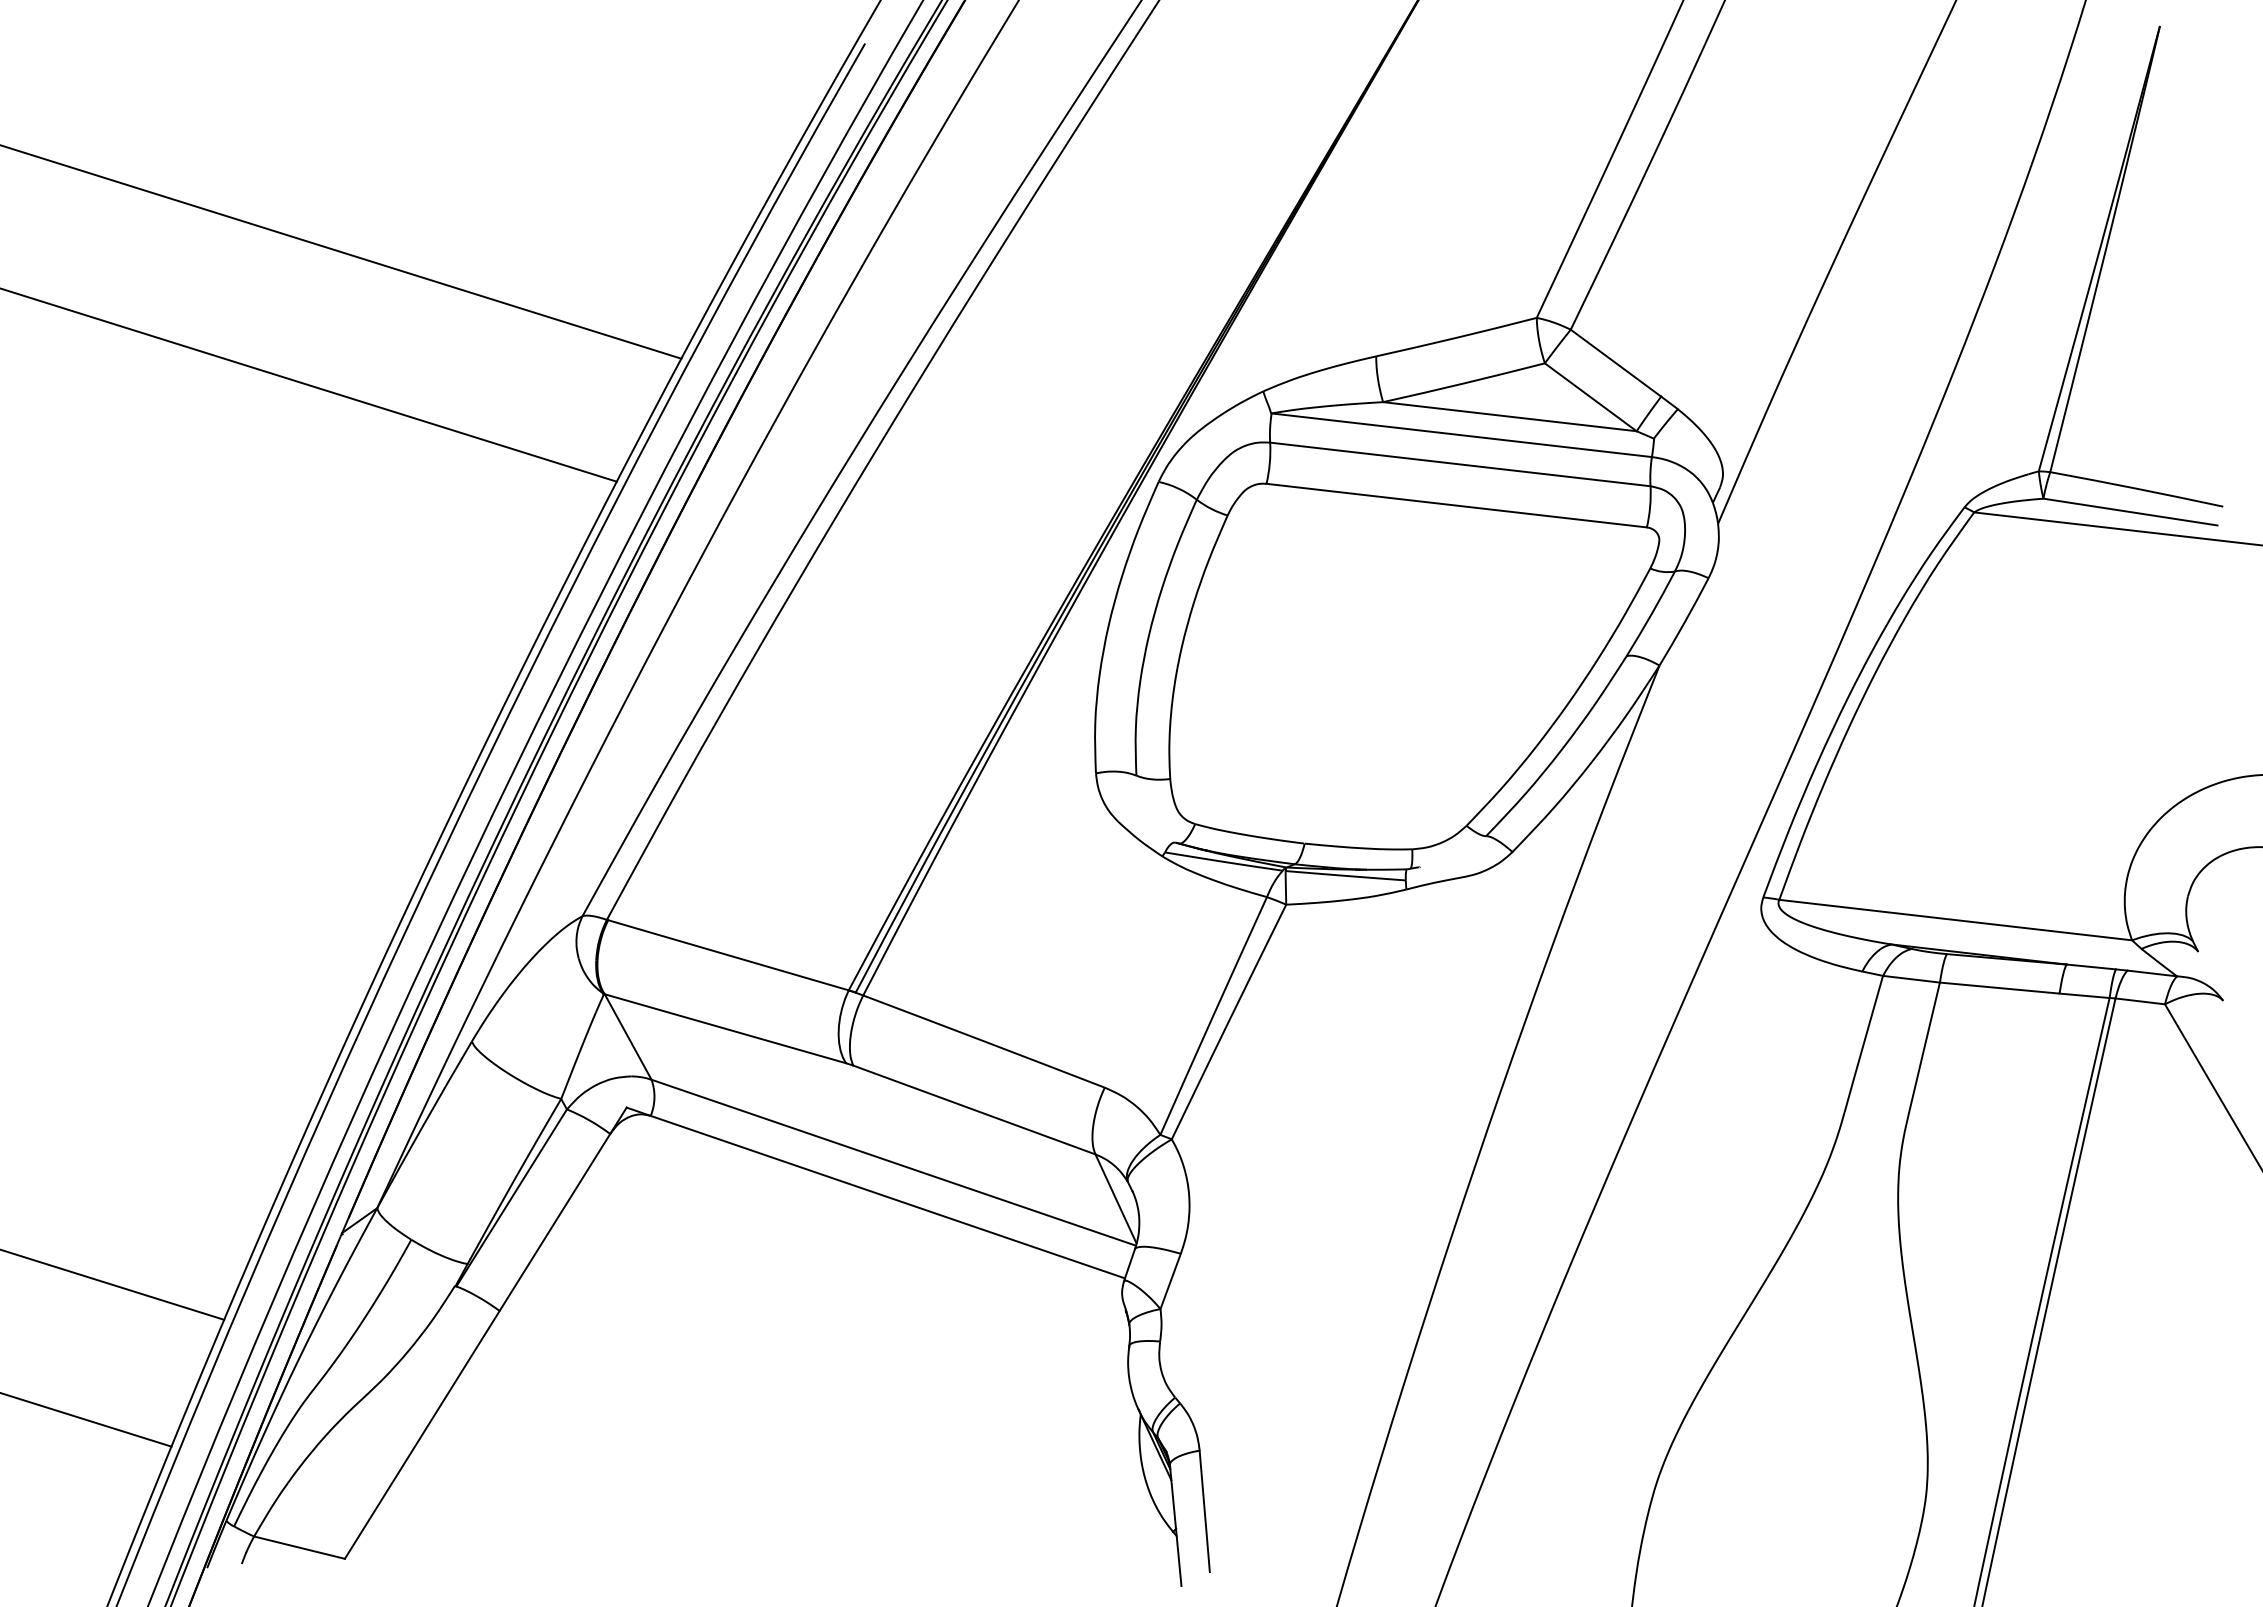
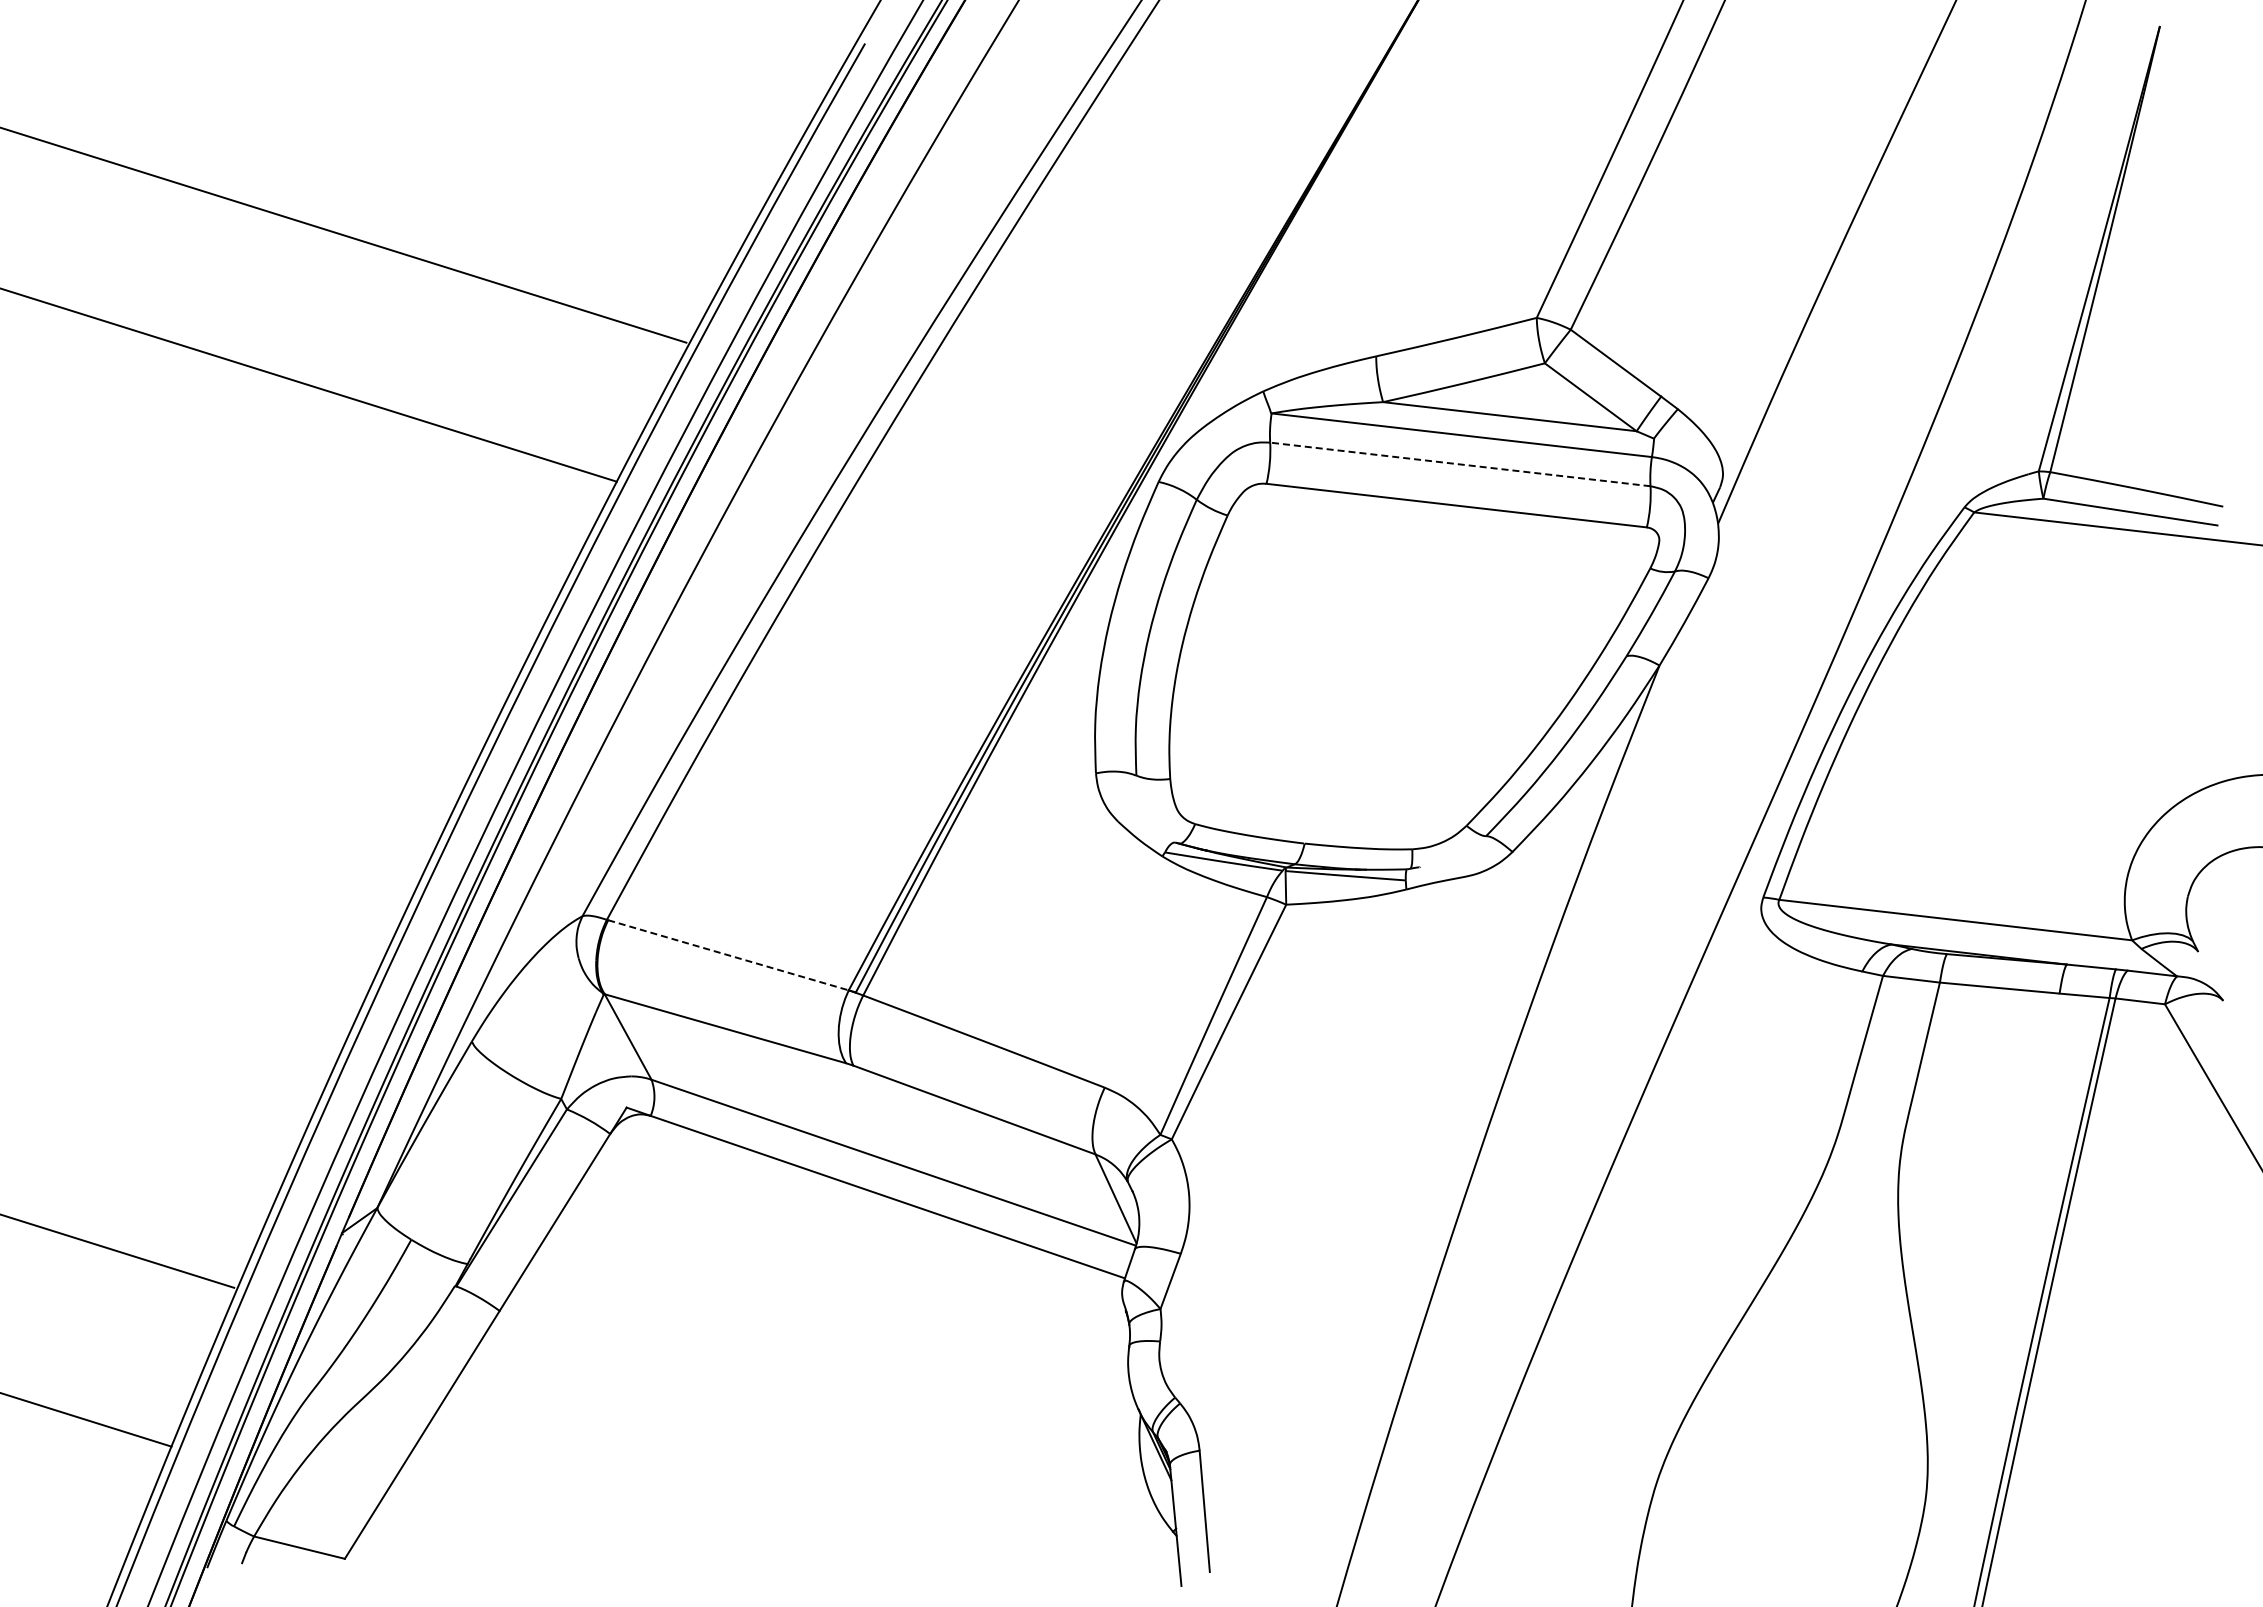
line at (341, 252) position: (341, 252) -> (344, 235)
line at (1459, 464): solid -> dashed
line at (728, 955): solid -> dashed
line at (113, 1284) position: (113, 1284) -> (118, 1251)
